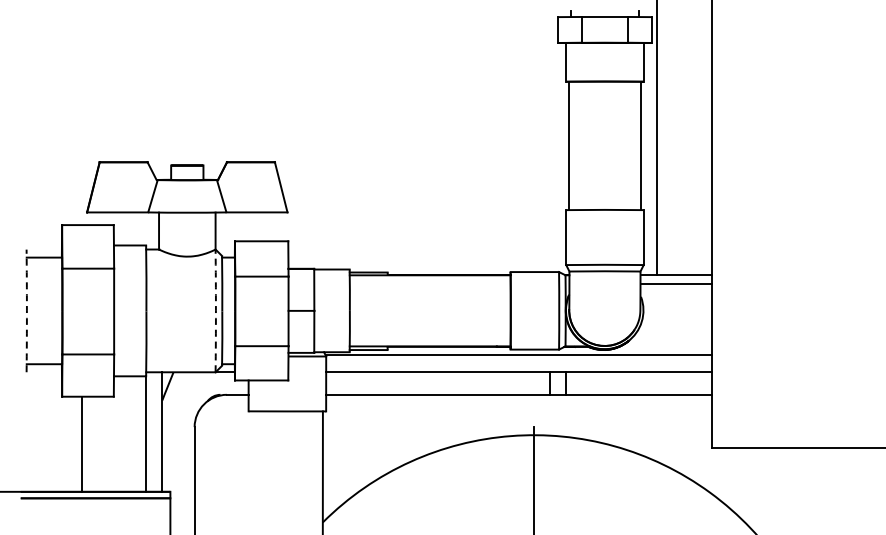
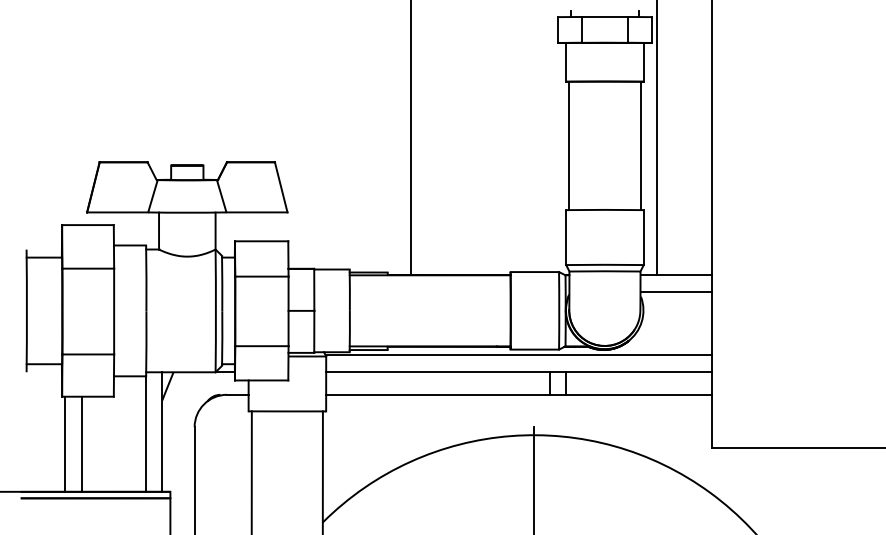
line at (410, 138): none -> present
line at (675, 284) position: (675, 284) -> (675, 292)
arc at (26, 310): dashed -> solid
arc at (215, 310): dashed -> solid
line at (65, 443): none -> present
line at (251, 471): none -> present
